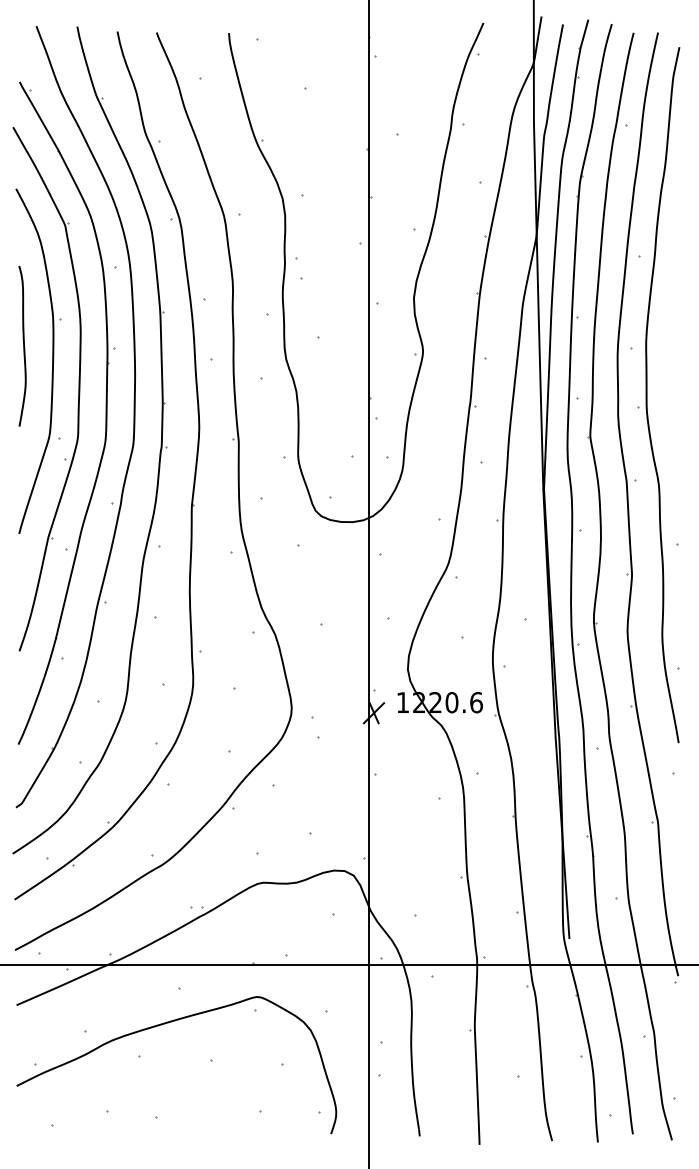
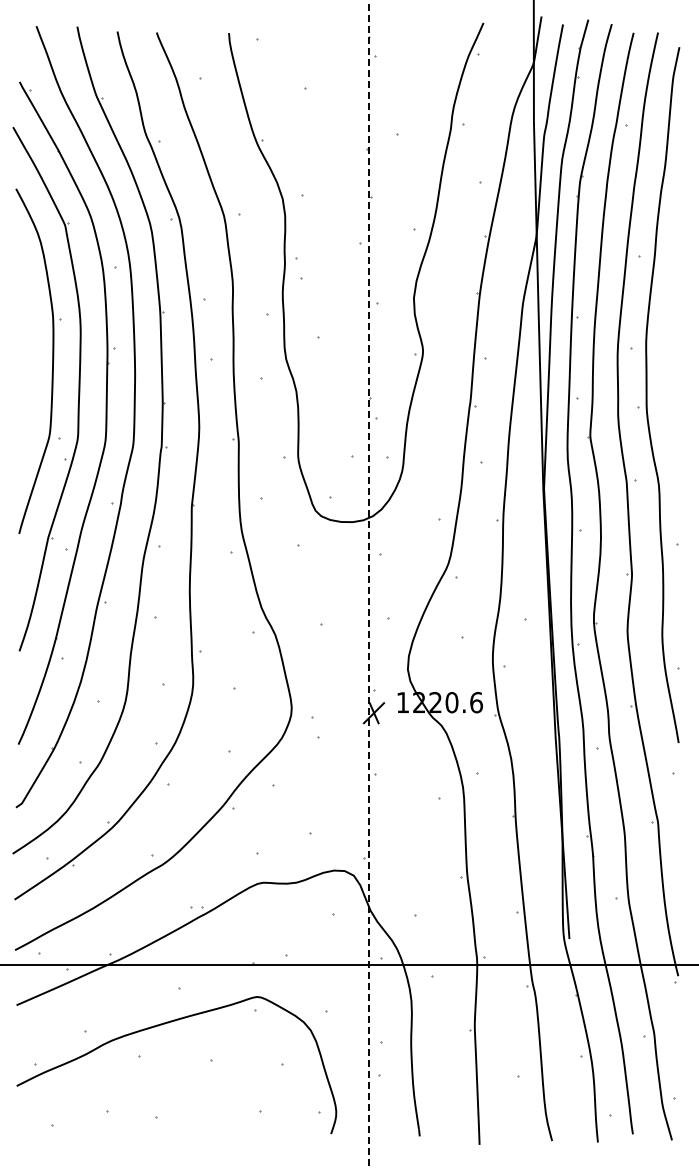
curve at (23, 346): present -> none
line at (369, 584): solid -> dashed
